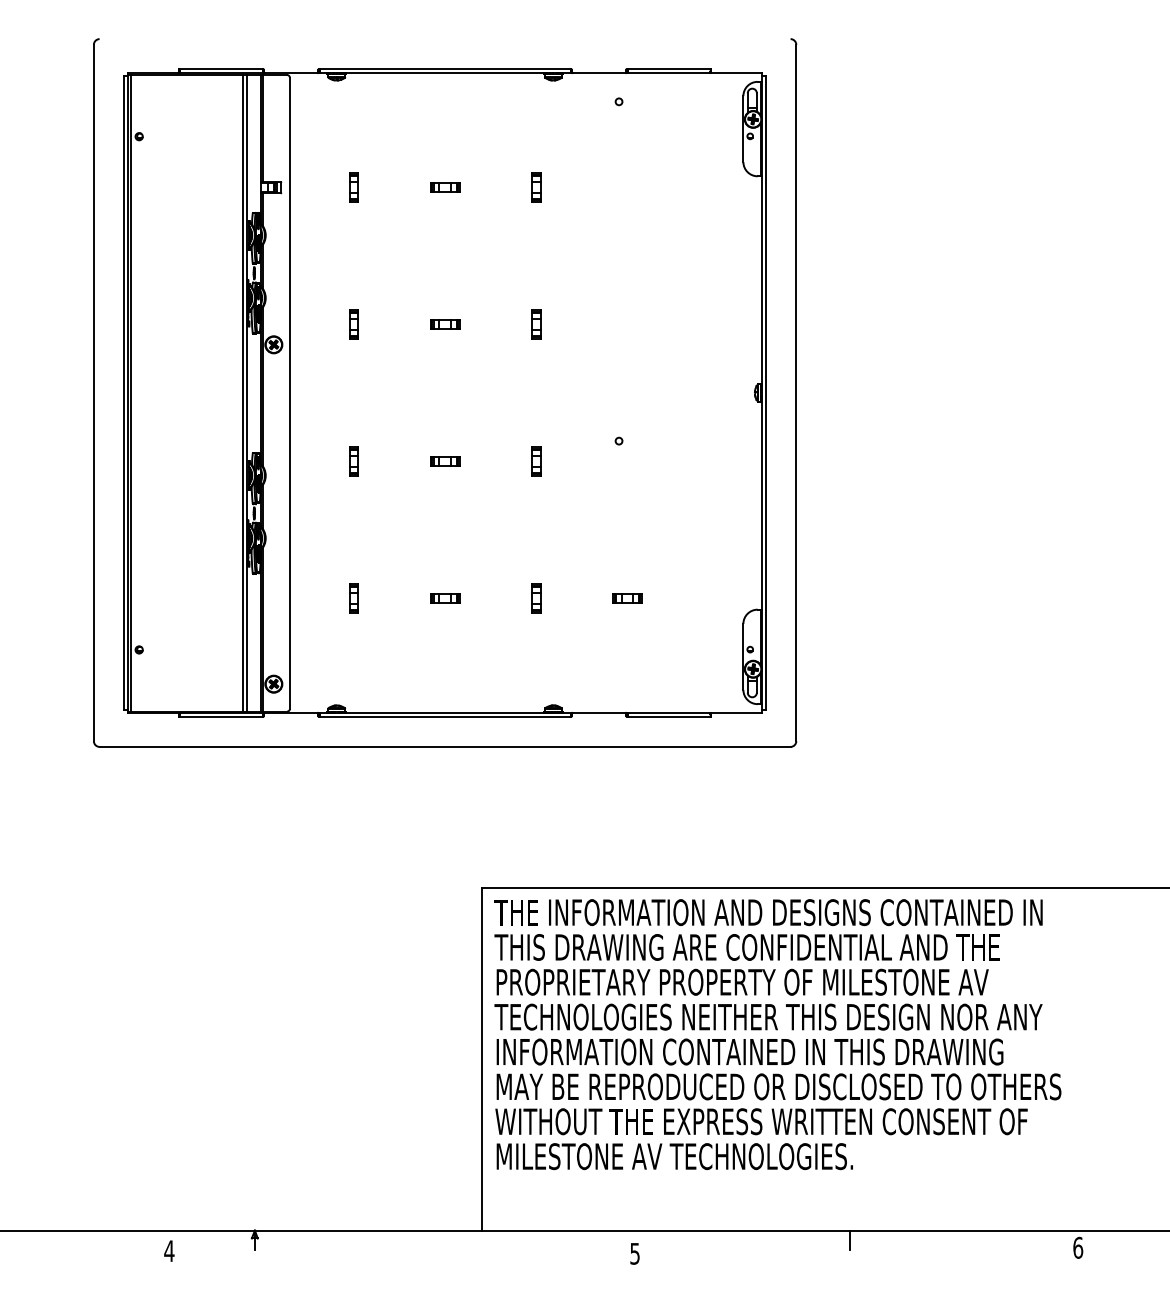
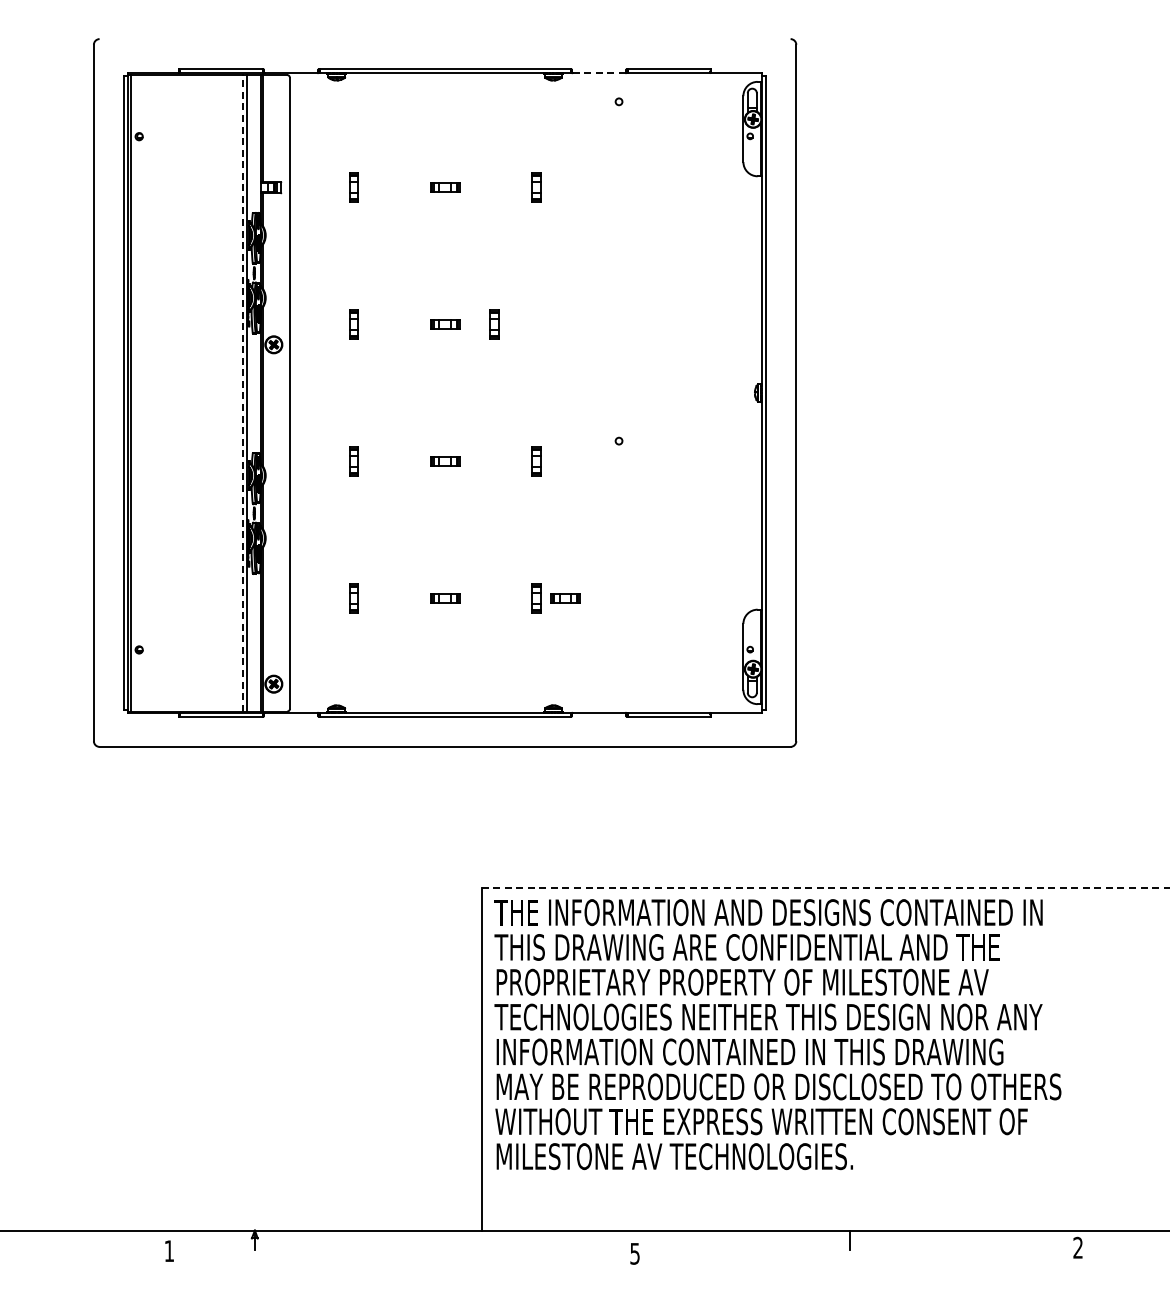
line at (599, 73): solid -> dashed
part at (536, 324) position: (536, 324) -> (494, 324)
line at (242, 392): solid -> dashed
part at (627, 598) position: (627, 598) -> (565, 598)
line at (825, 888): solid -> dashed
text at (1078, 1247): 6 -> 2
text at (169, 1250): 4 -> 1
